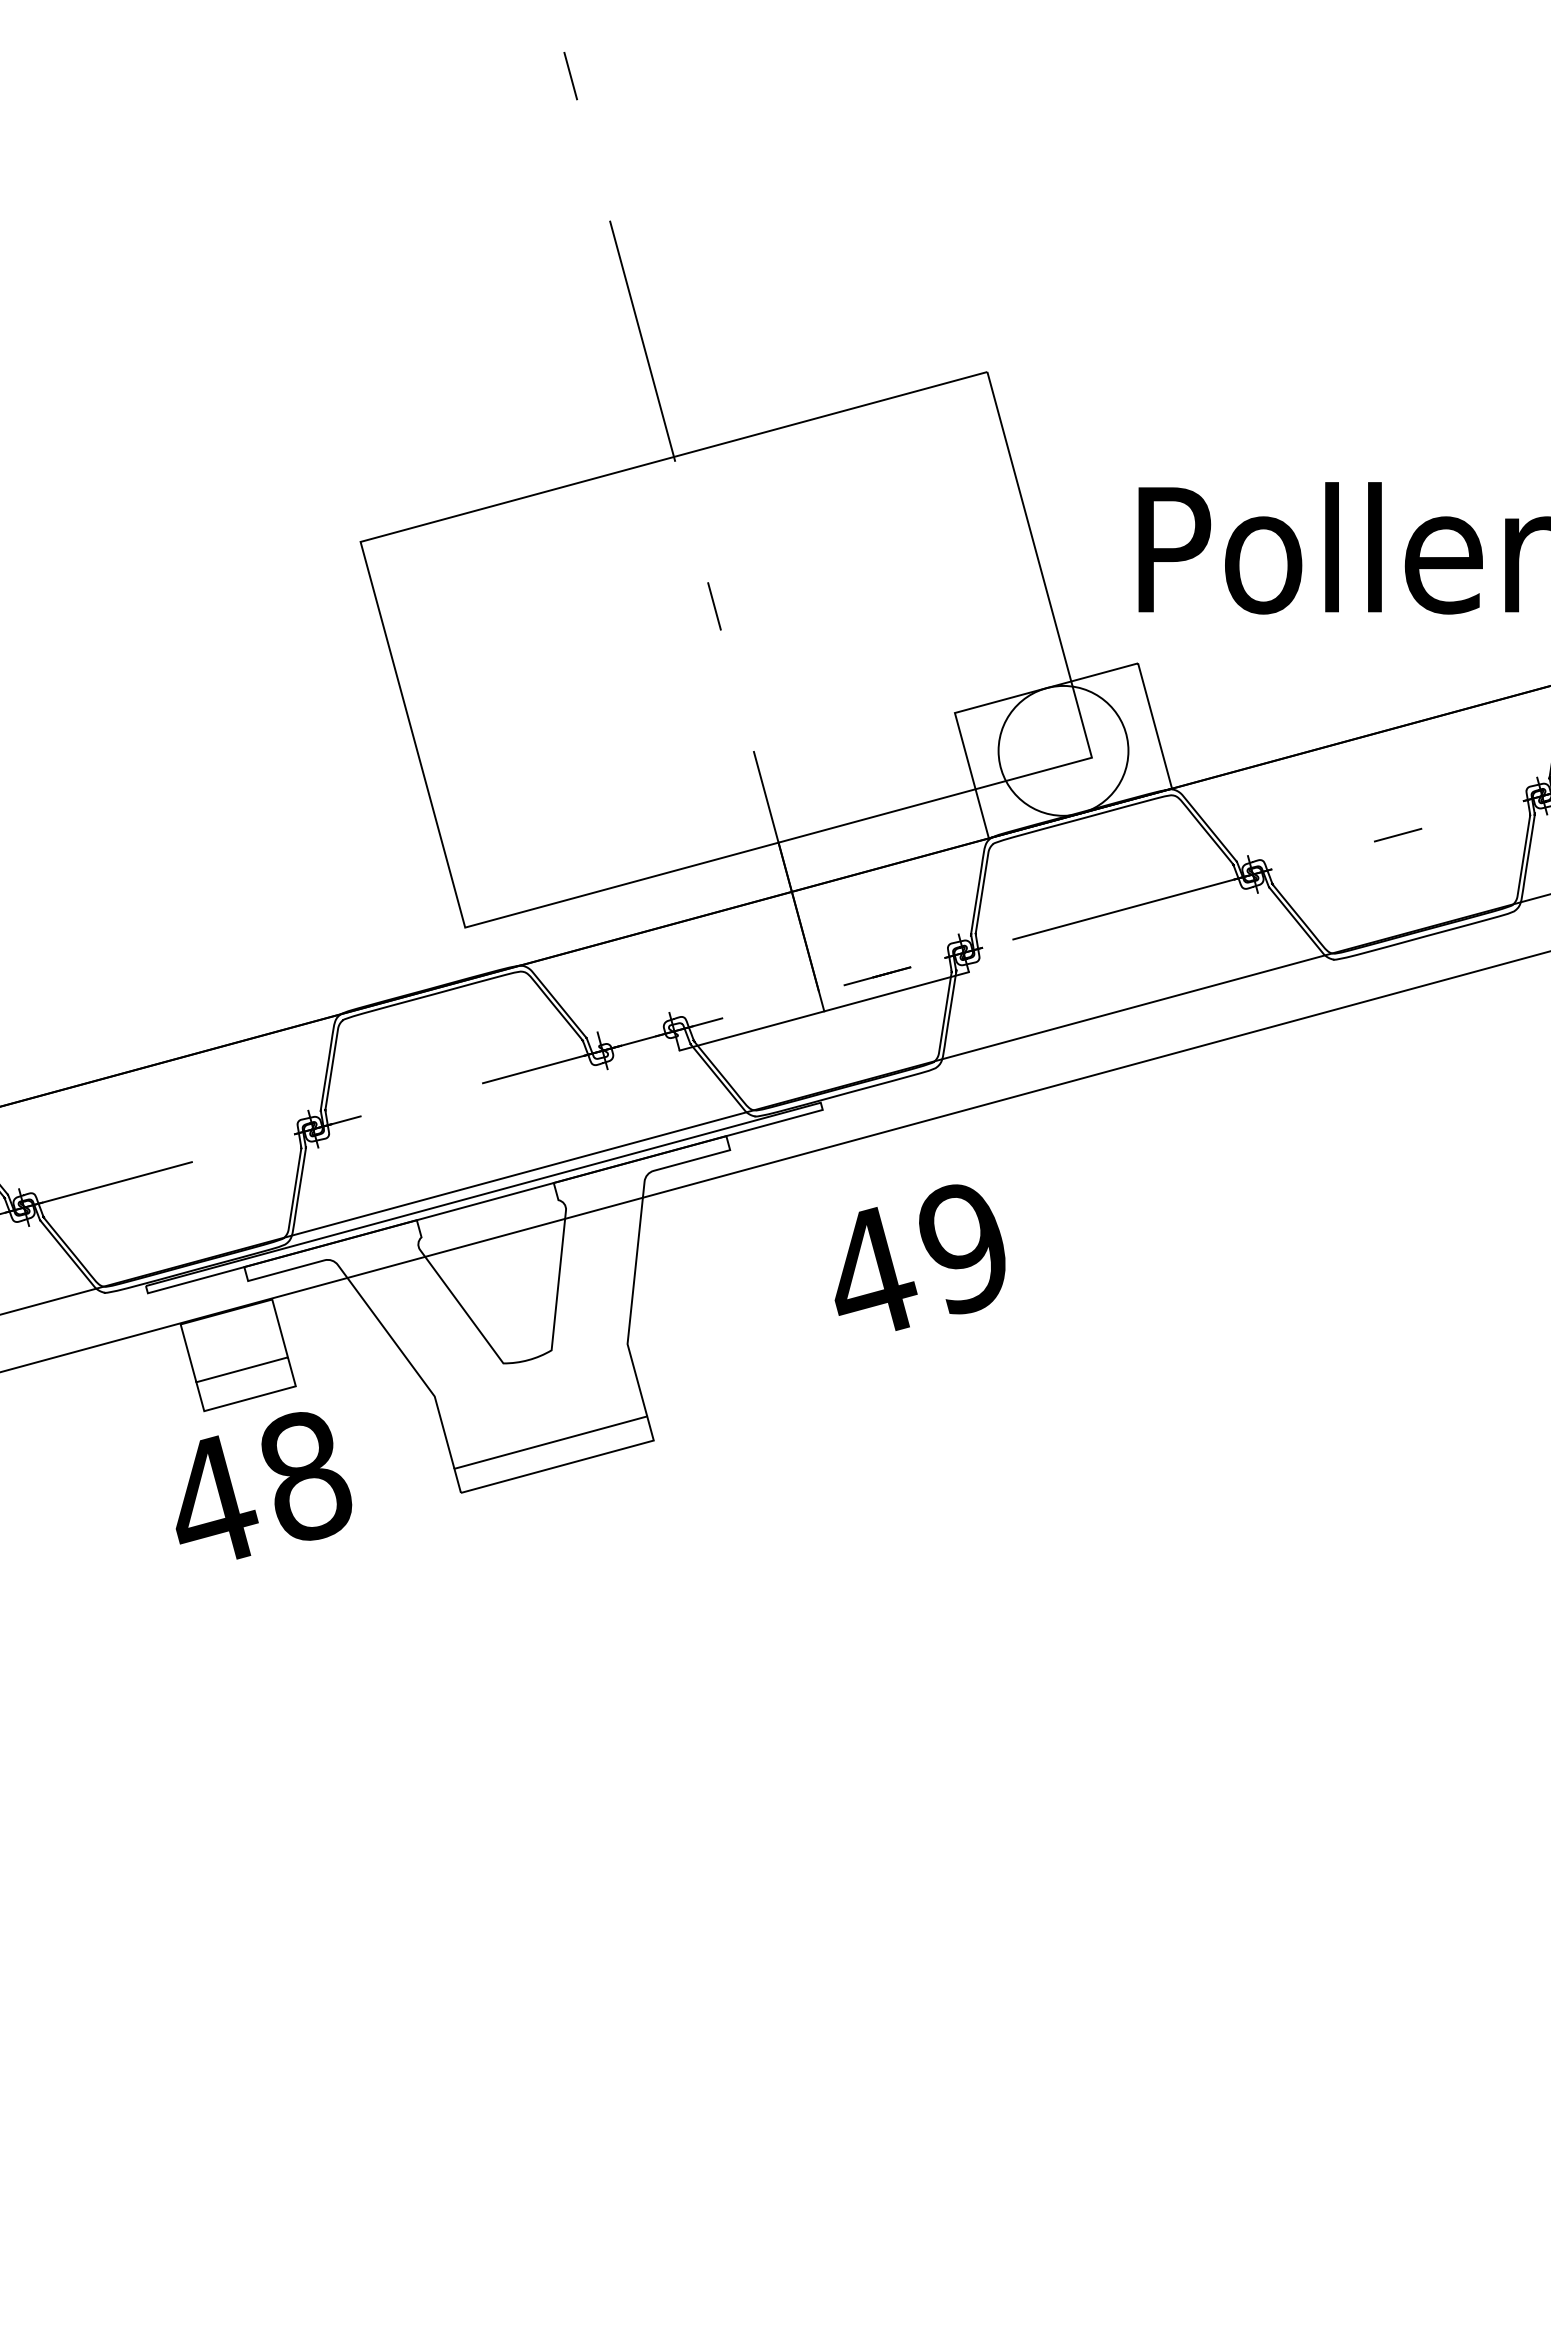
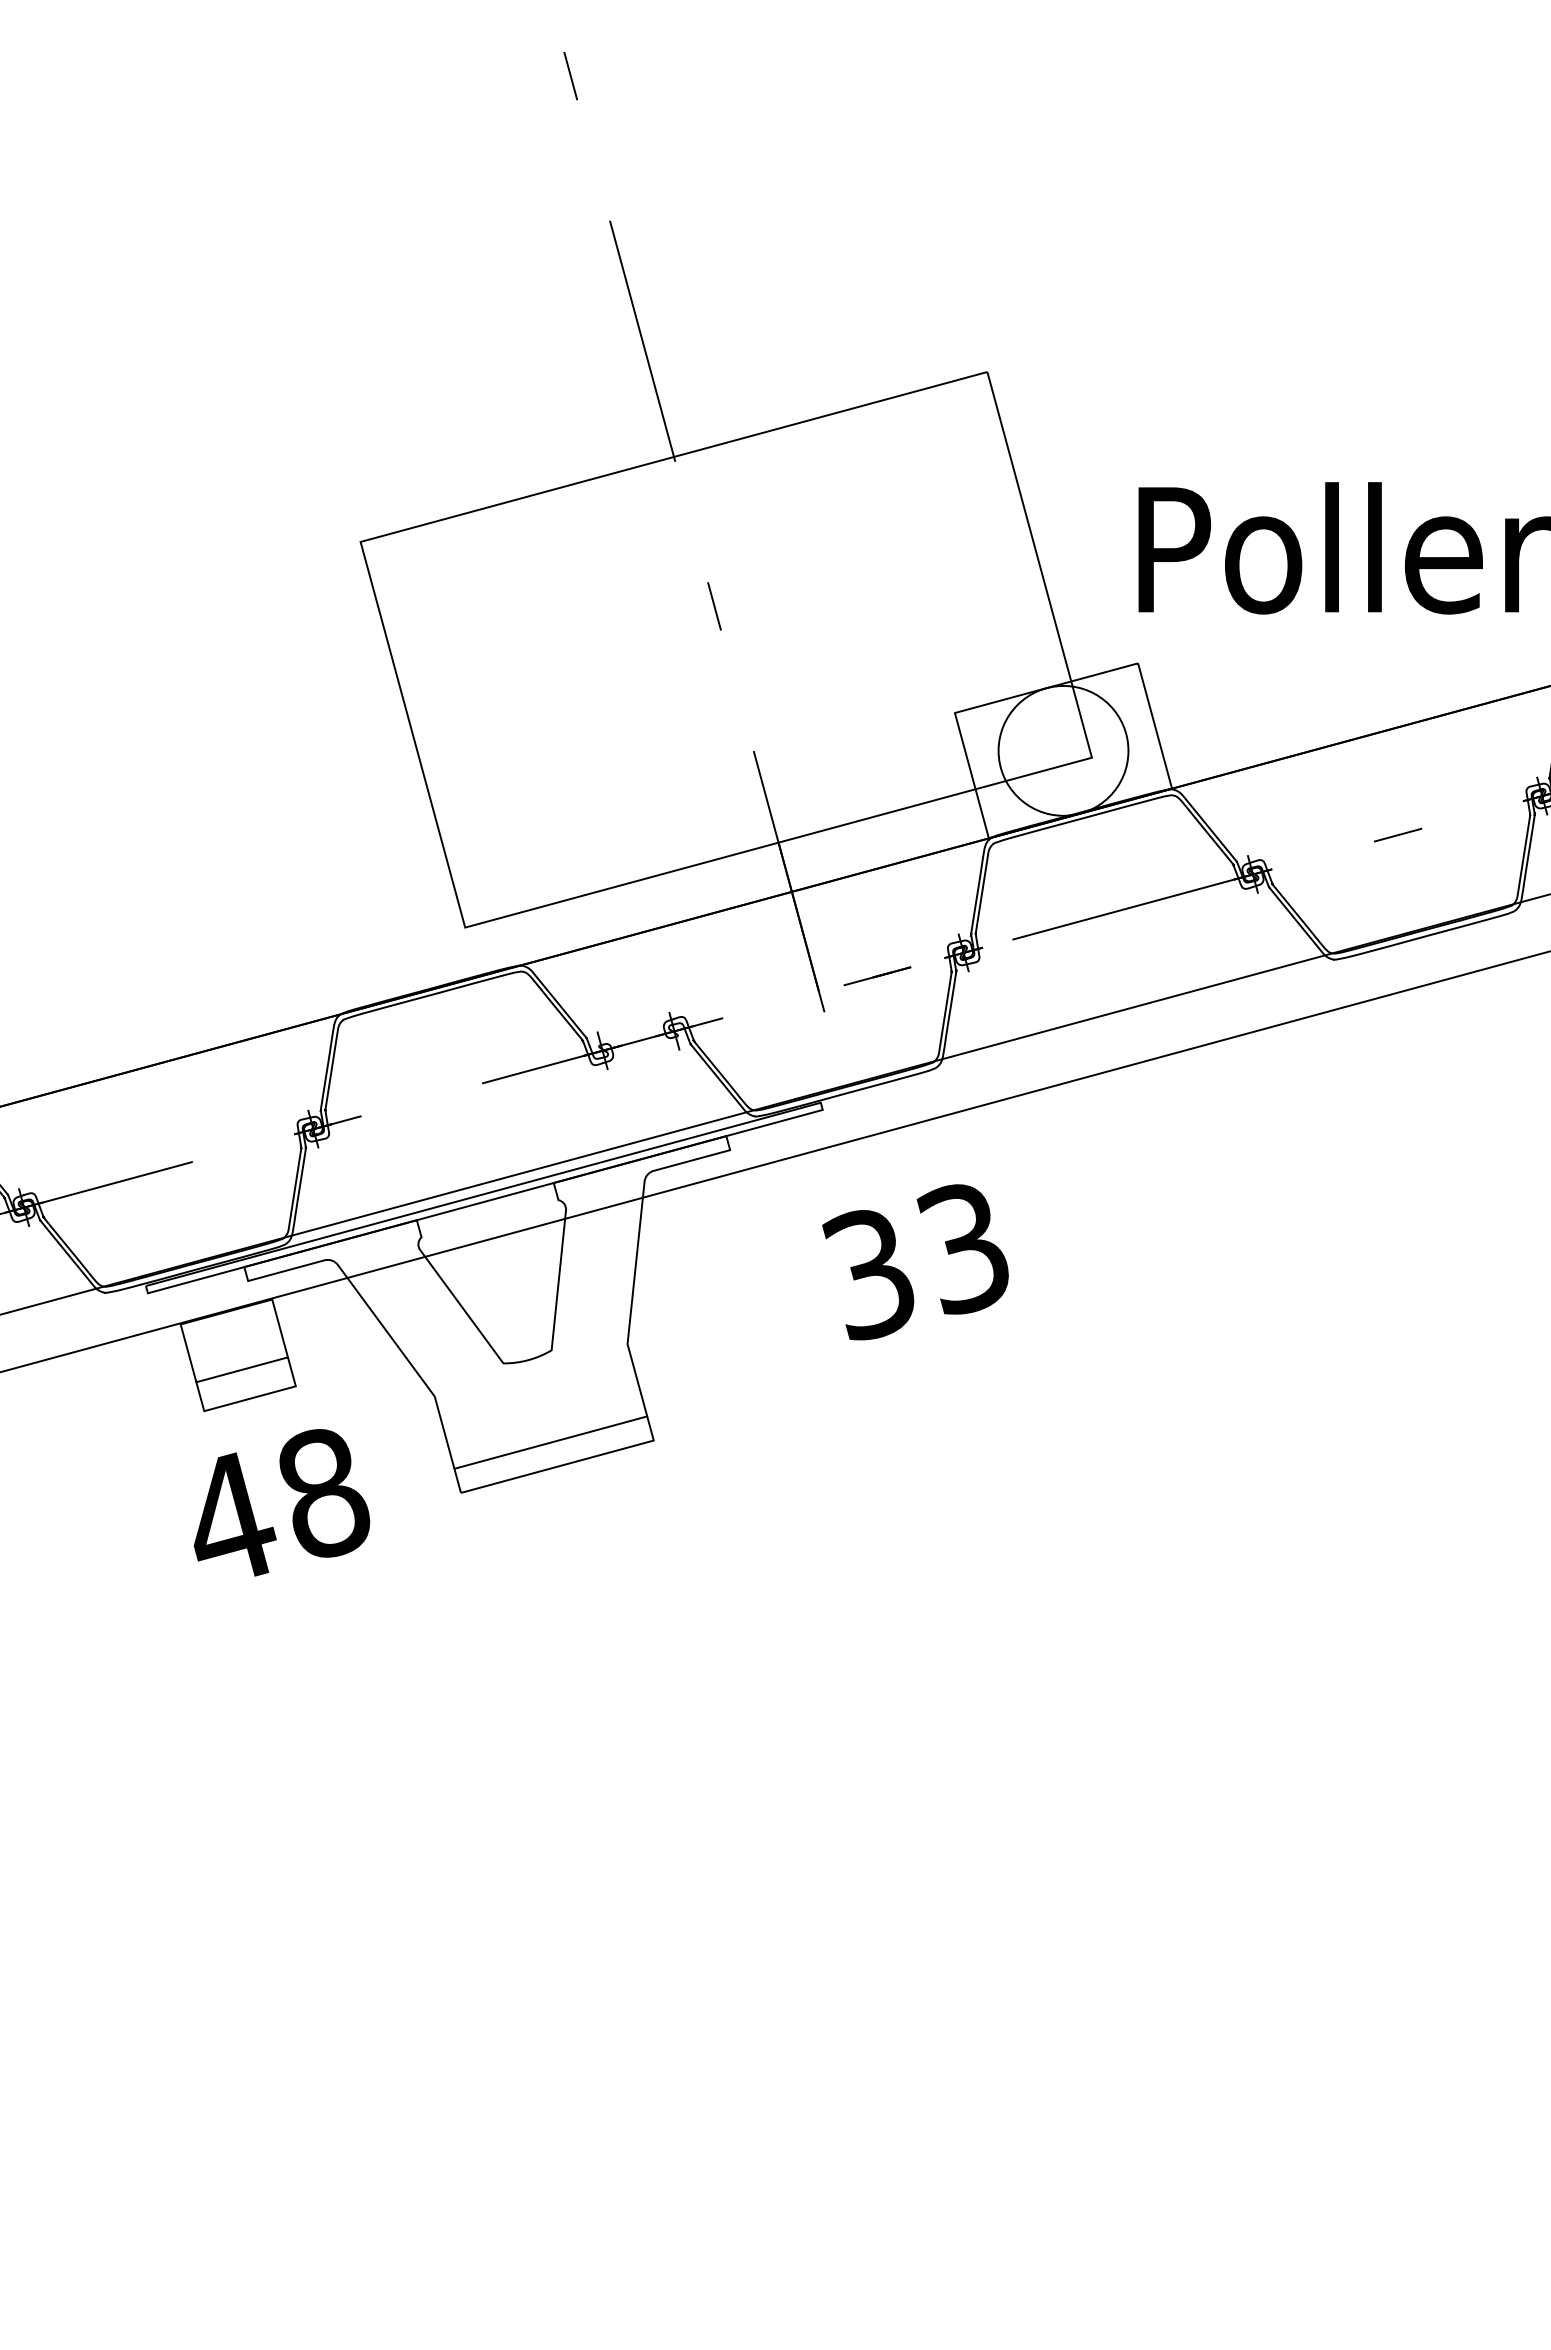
line at (823, 1011): present -> none
text at (915, 1262): 49 -> 33
text at (263, 1485) position: (263, 1485) -> (281, 1502)
